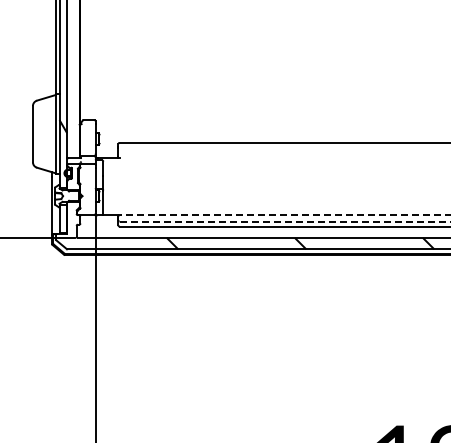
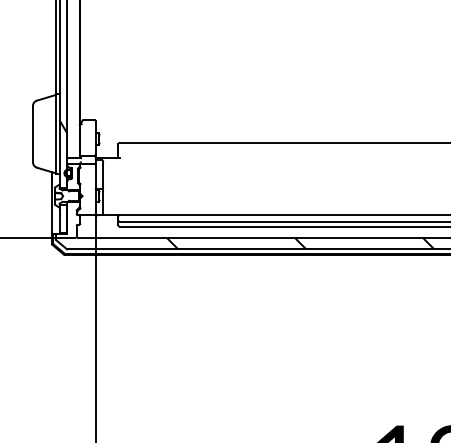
line at (284, 215): dashed -> solid
line at (285, 221): dashed -> solid
